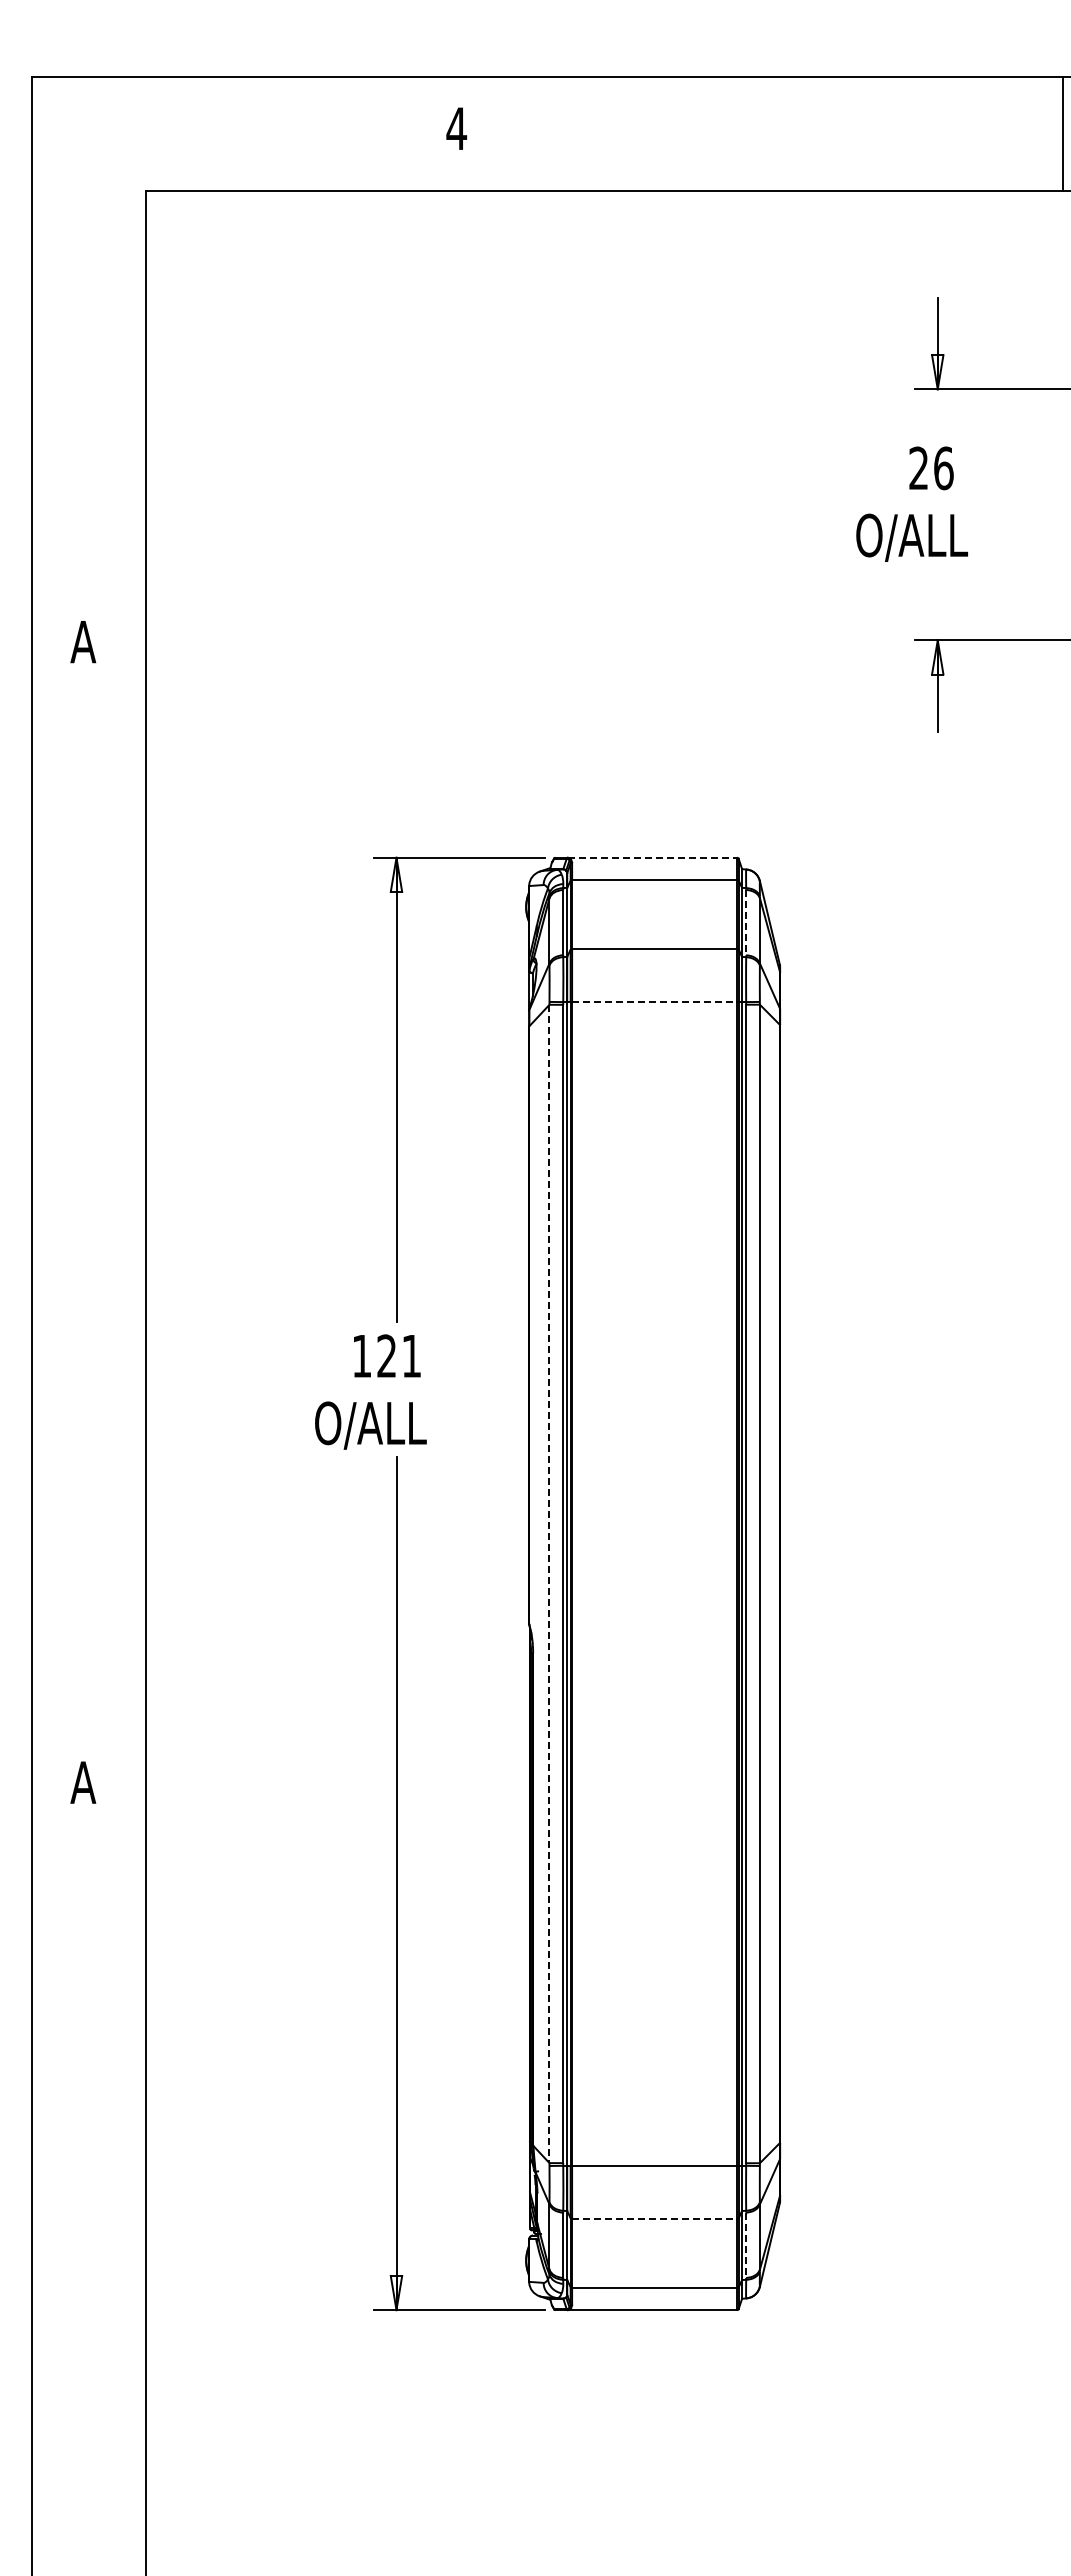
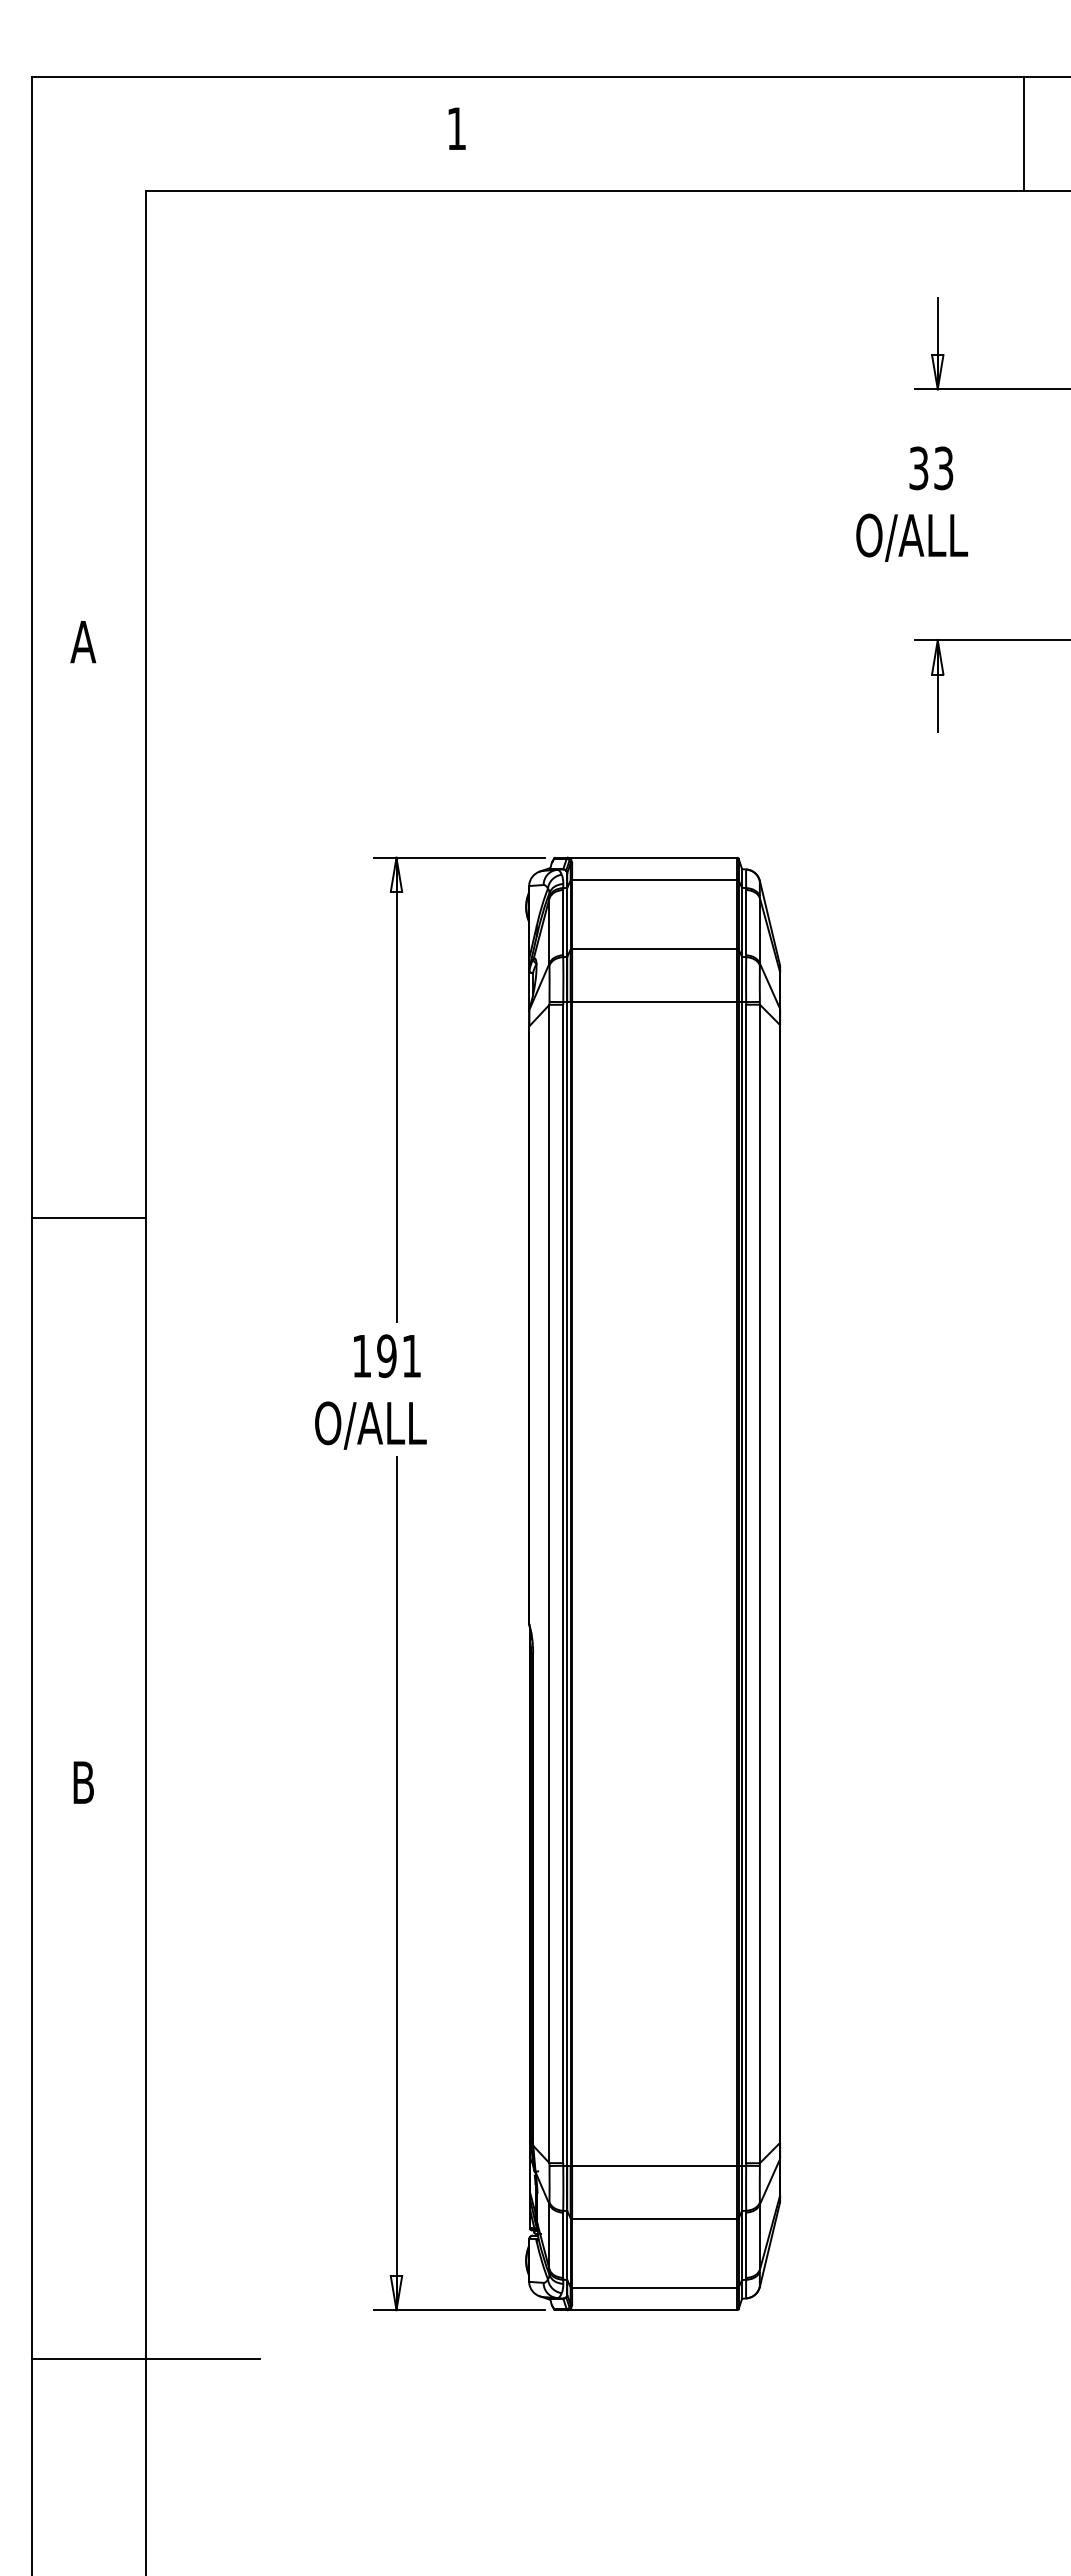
text at (456, 128): 4 -> 1
line at (1063, 134) position: (1063, 134) -> (1024, 134)
text at (931, 468): 26 -> 33
line at (652, 857): dashed -> solid
line at (746, 922): dashed -> solid
line at (654, 1002): dashed -> solid
line at (88, 1217): none -> present
text at (386, 1356): 121 -> 191
line at (549, 1584): dashed -> solid
text at (83, 1782): A -> B
line at (654, 2219): dashed -> solid
line at (746, 2245): dashed -> solid
line at (145, 2358): none -> present
